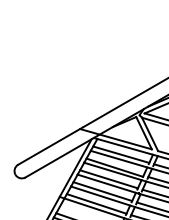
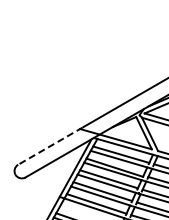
line at (50, 146): solid -> dashed
